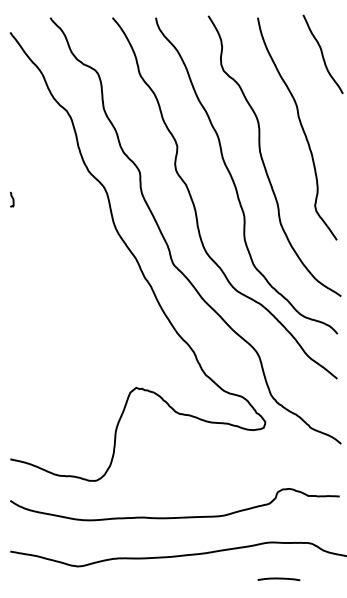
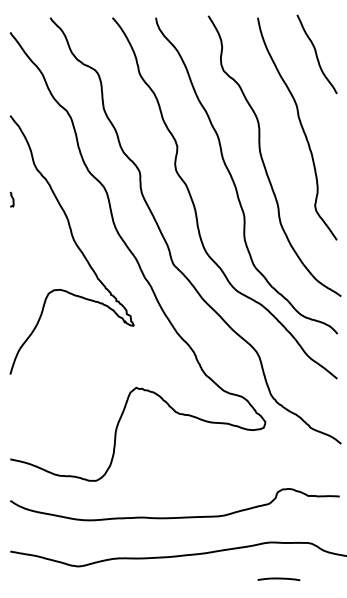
curve at (322, 54) position: (322, 54) -> (316, 54)
curve at (74, 243): none -> present
